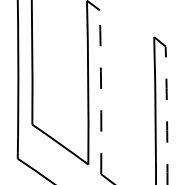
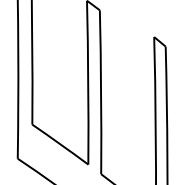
arc at (101, 92): dashed -> solid
arc at (166, 115): dashed -> solid
